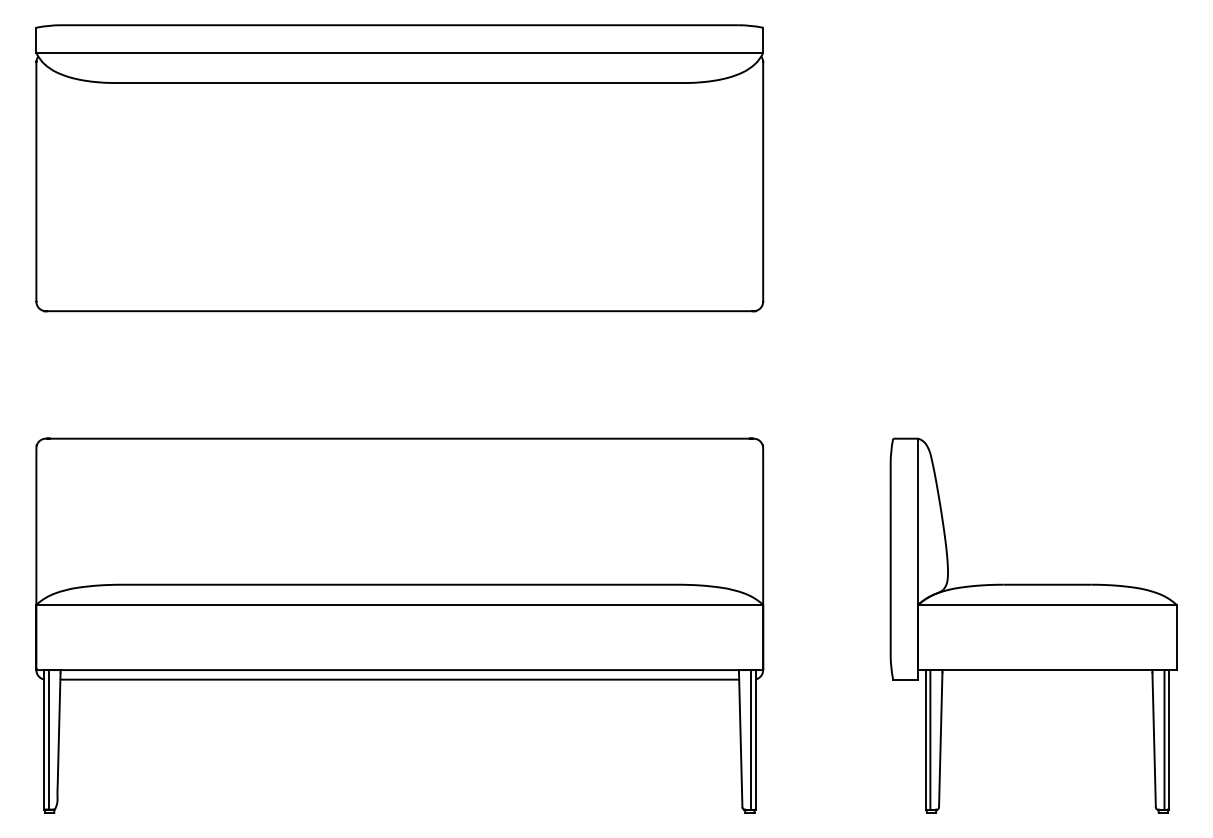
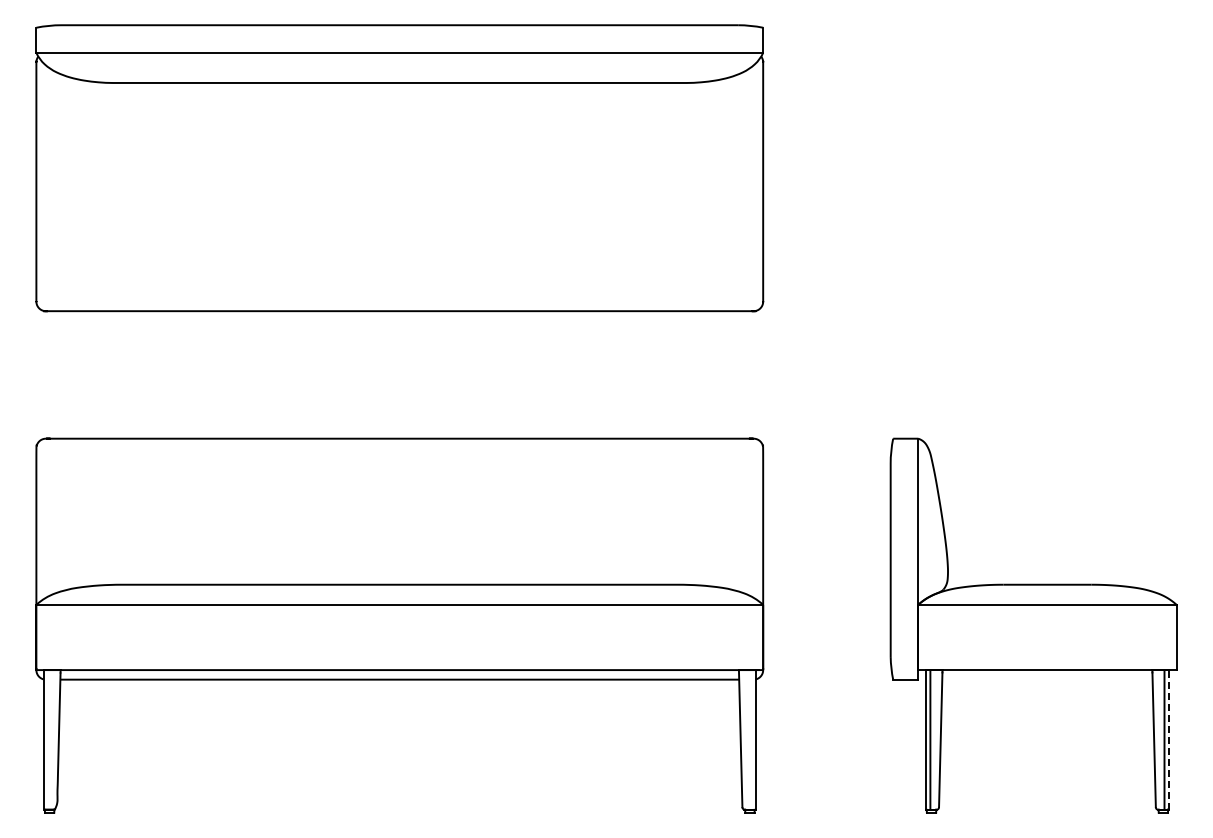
line at (48, 739): present -> none
line at (751, 739): present -> none
line at (1169, 739): solid -> dashed
